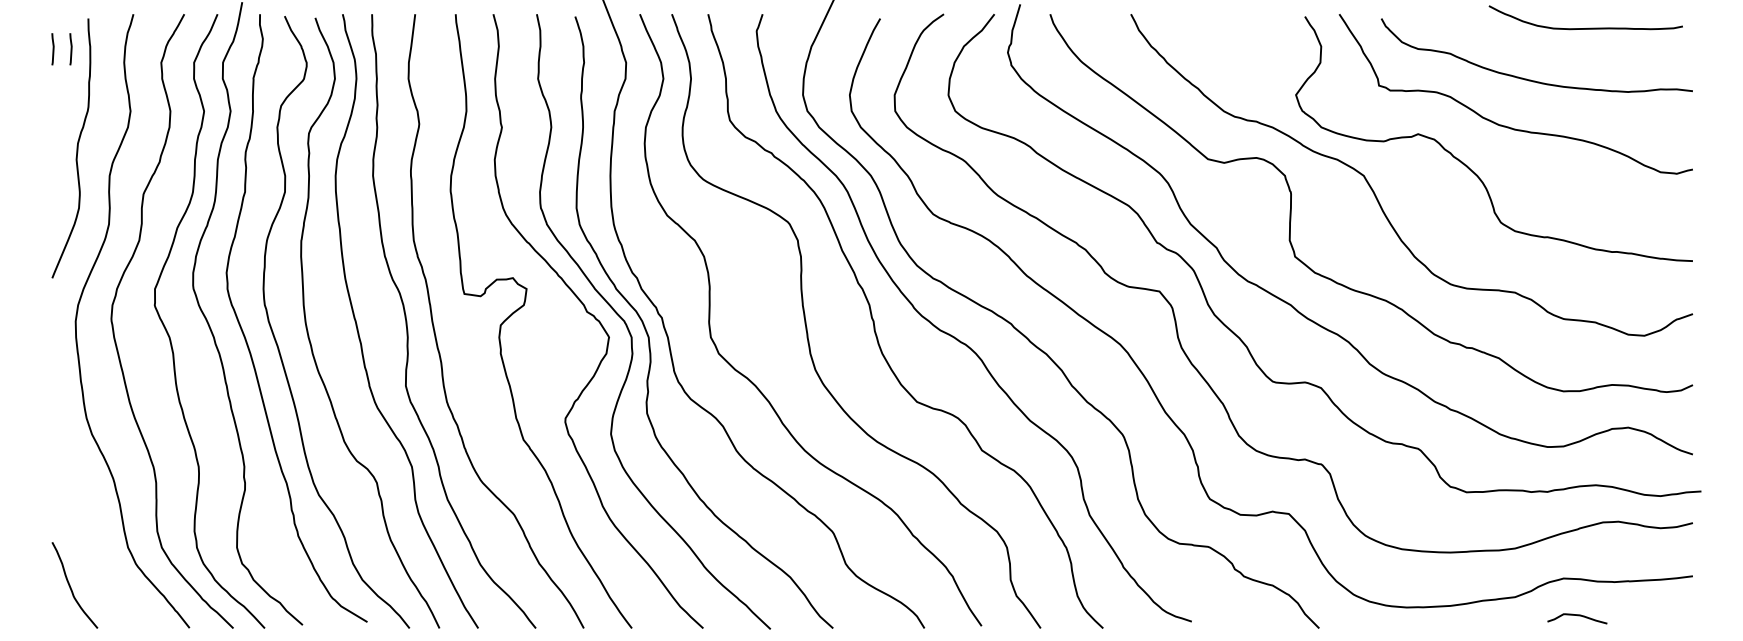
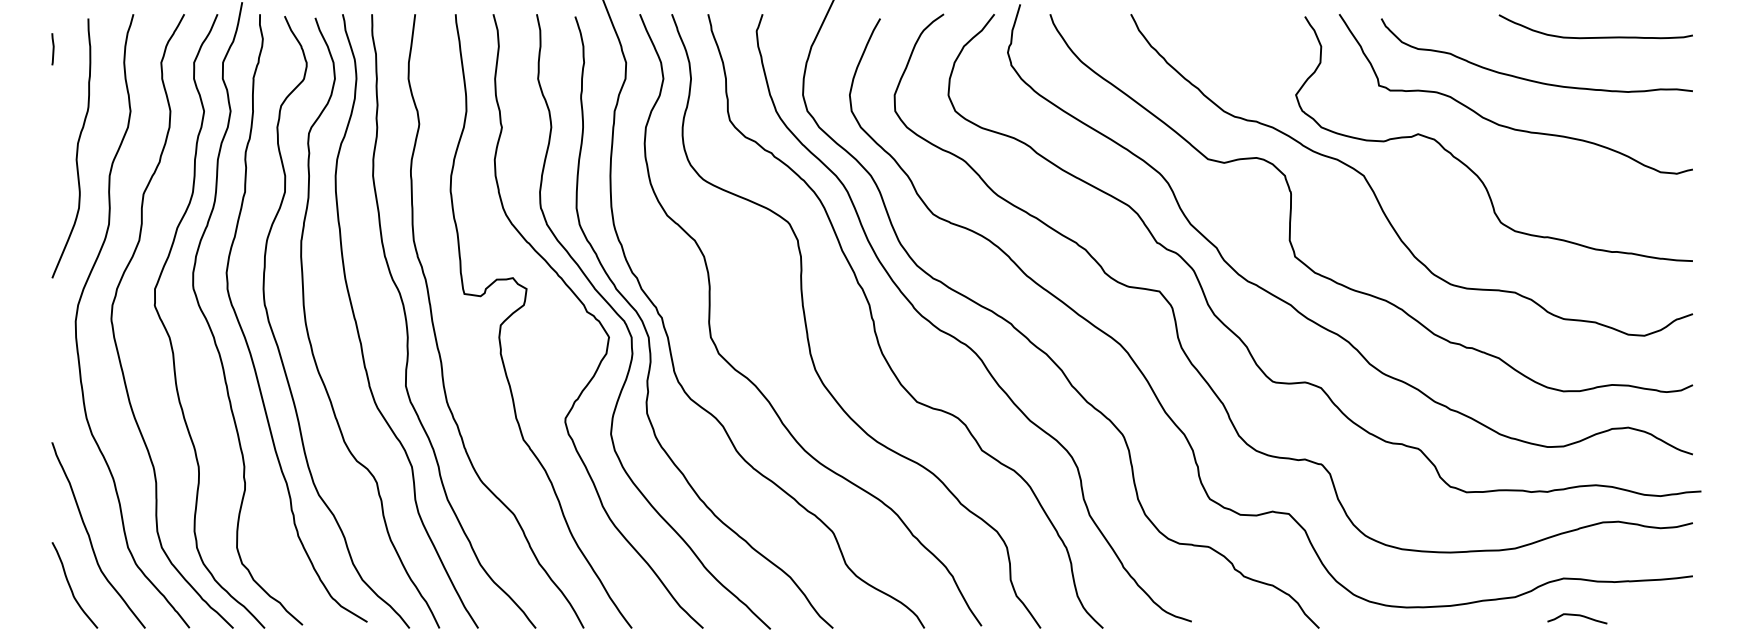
curve at (1588, 27) position: (1588, 27) -> (1598, 36)
line at (70, 49): present -> none
curve at (90, 536): none -> present
